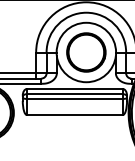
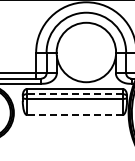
circle at (86, 52): present -> none
line at (74, 94): solid -> dashed
line at (74, 115): solid -> dashed
